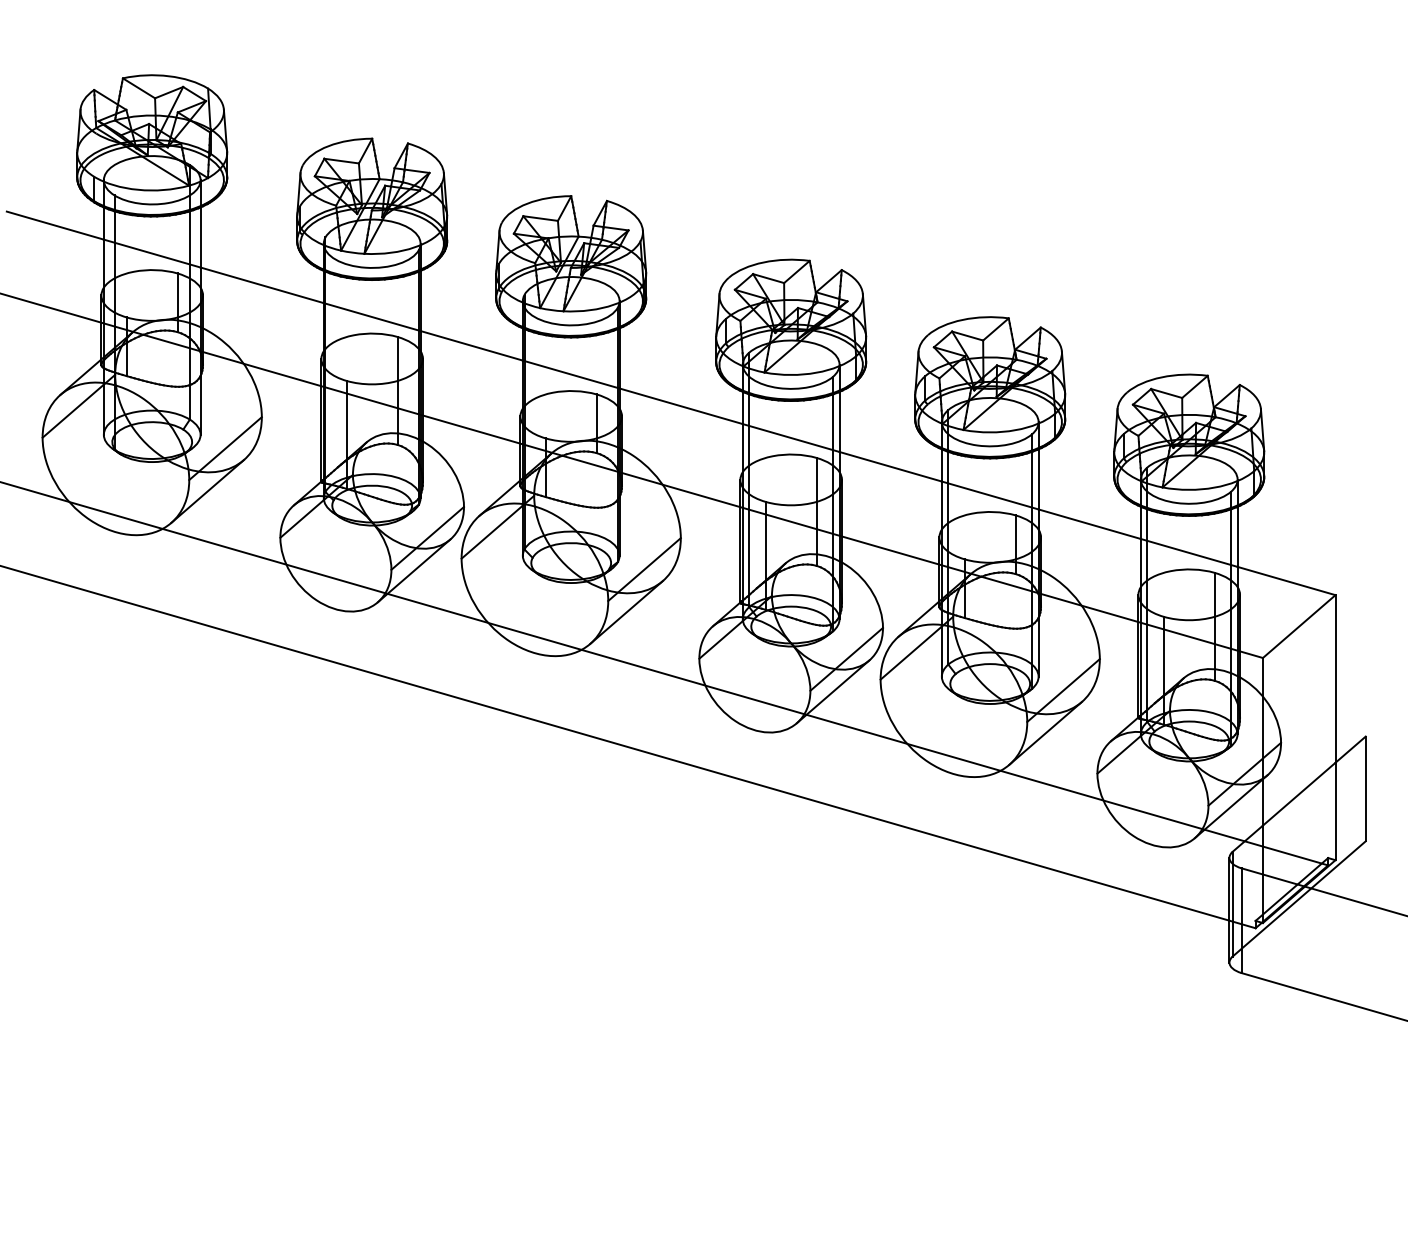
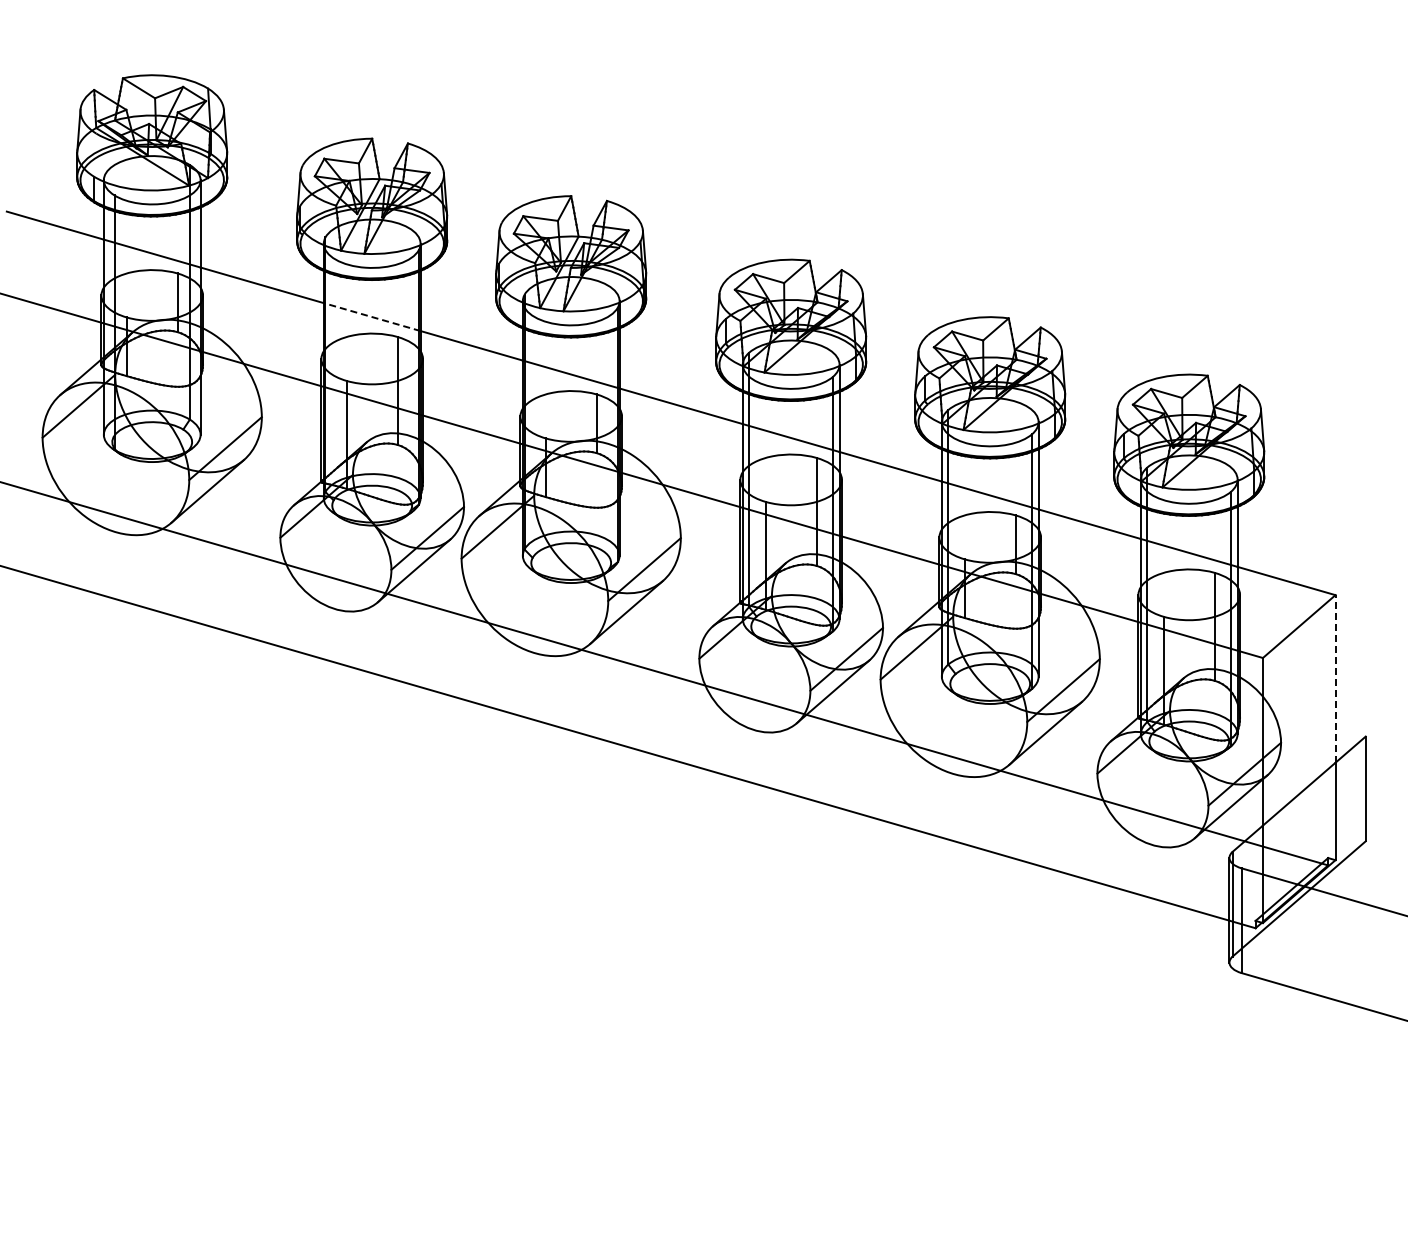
line at (371, 316): solid -> dashed
line at (1335, 678): solid -> dashed
